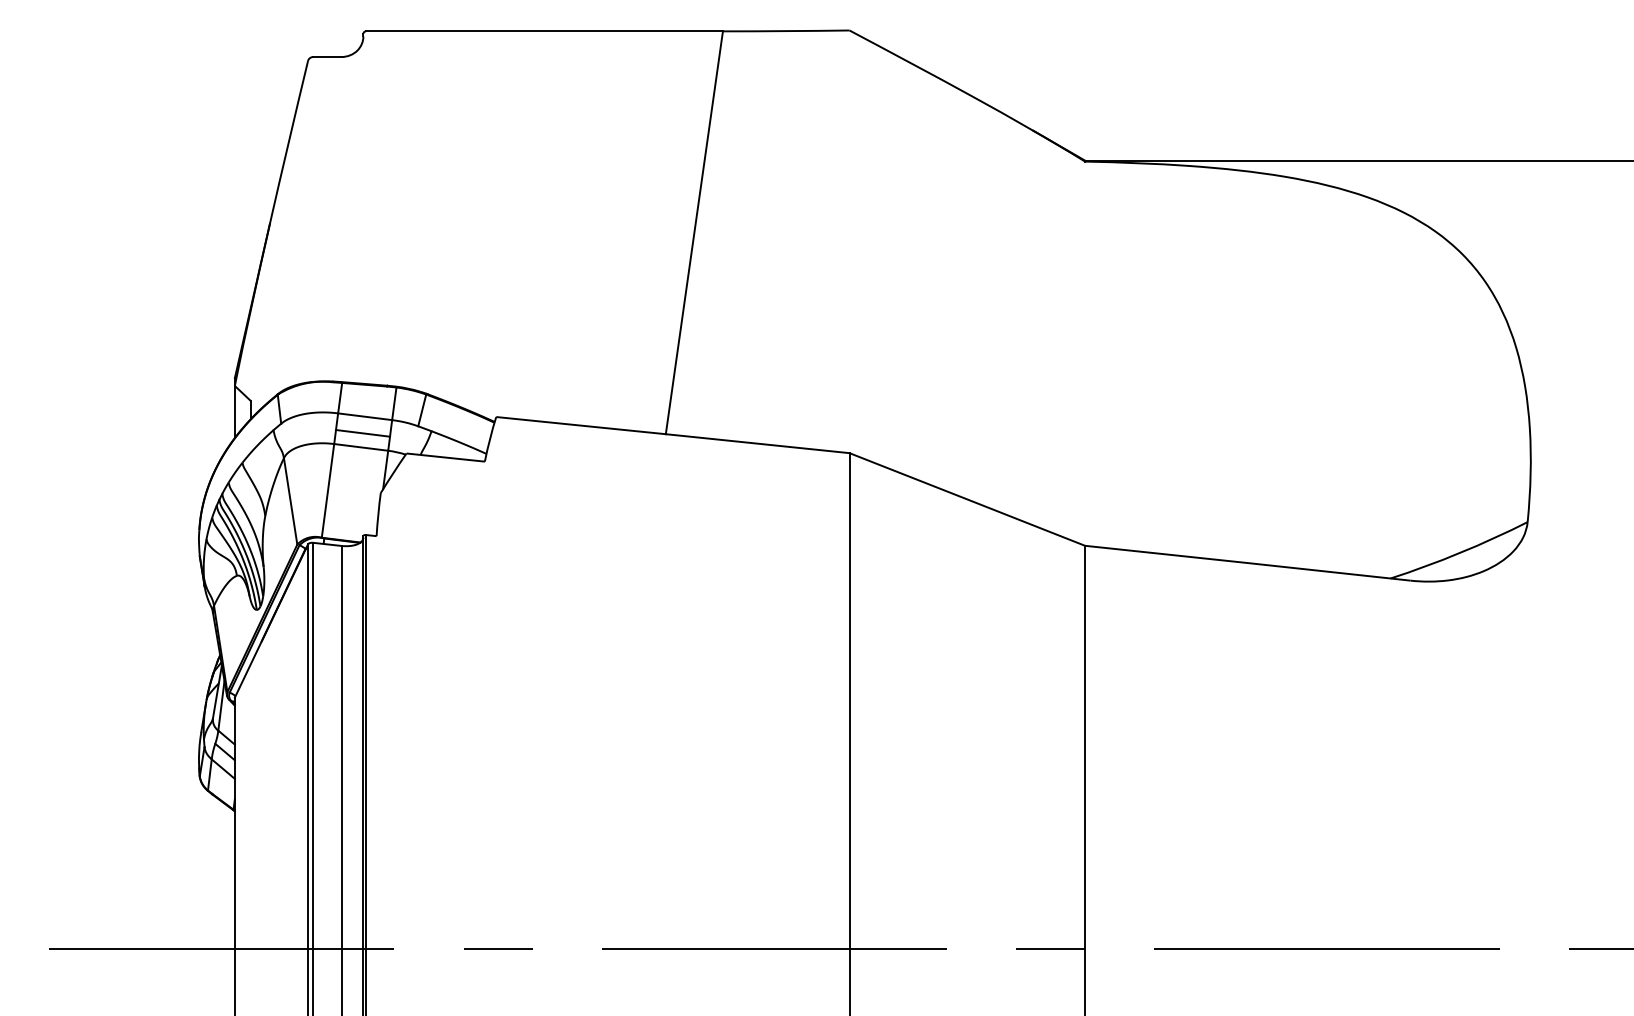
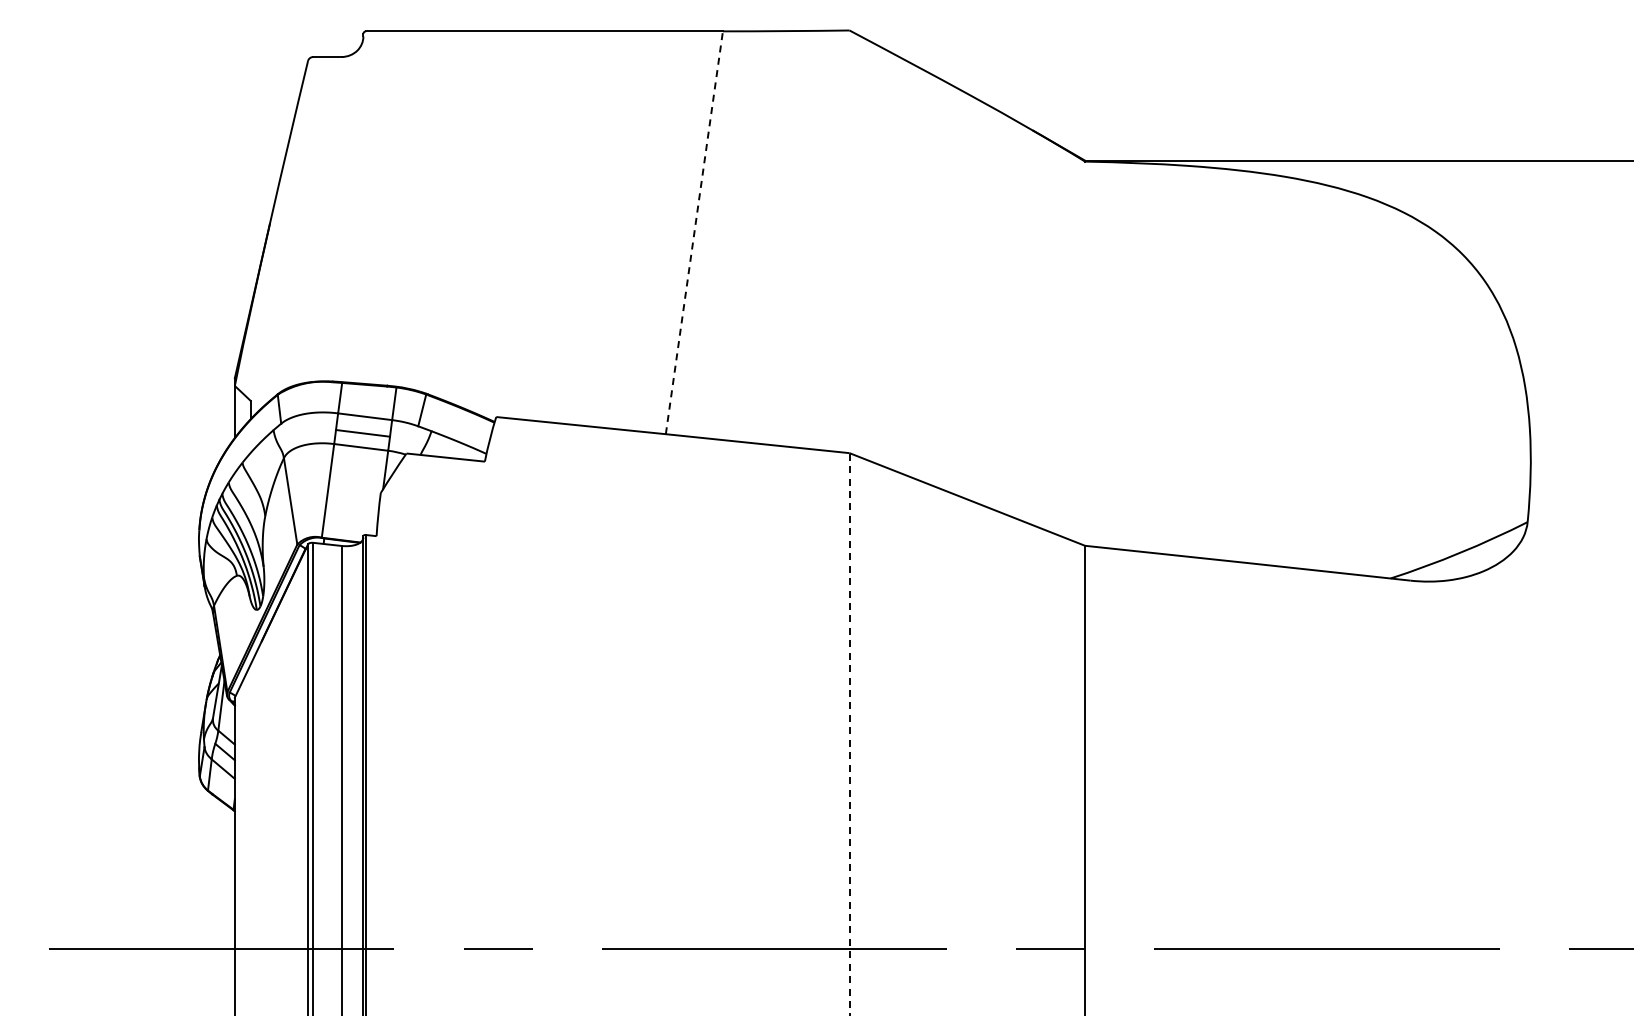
line at (694, 232): solid -> dashed
line at (849, 734): solid -> dashed
